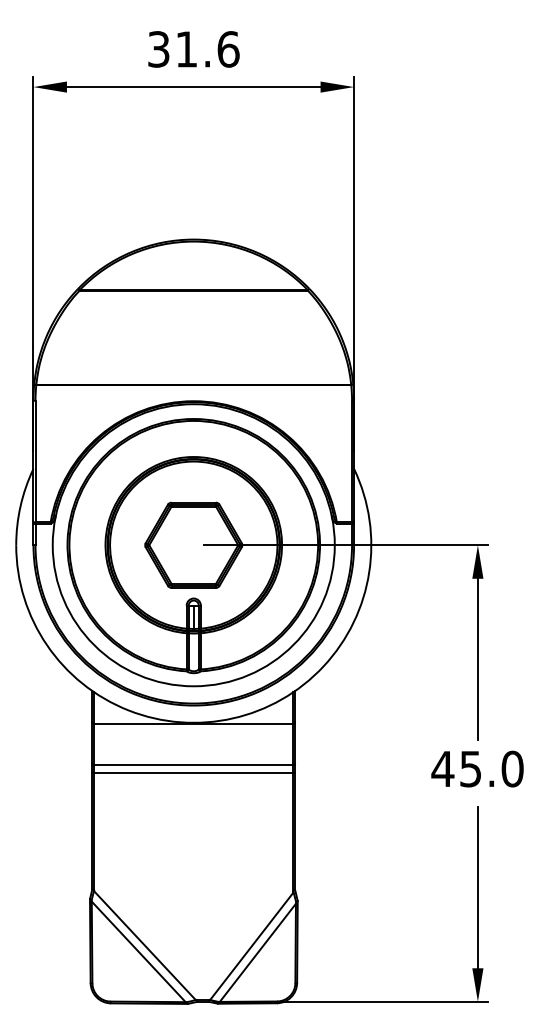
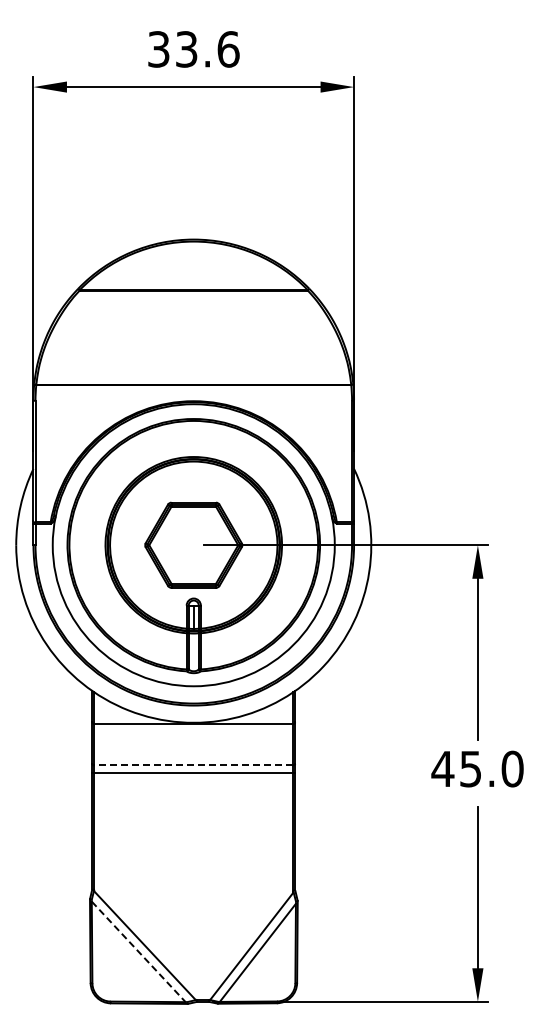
text at (186, 49): 31.6 -> 33.6
line at (193, 765): solid -> dashed
line at (138, 951): solid -> dashed
